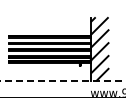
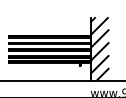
line at (63, 80): dashed -> solid
